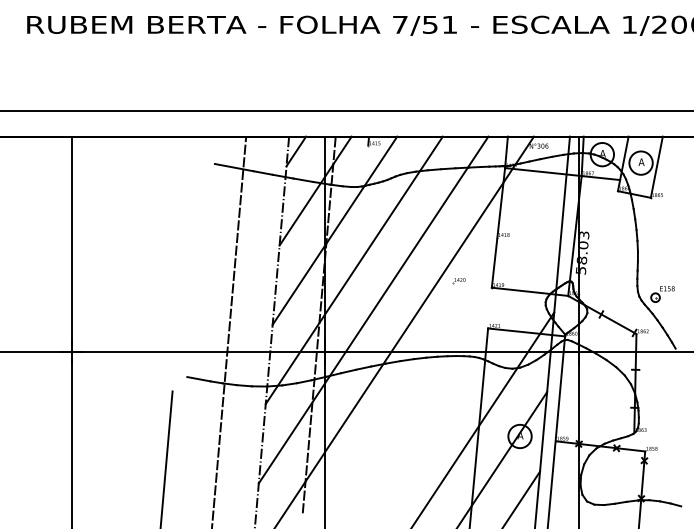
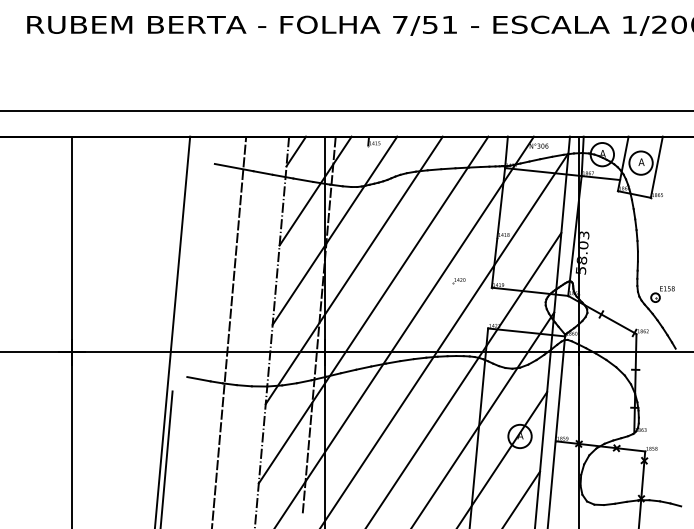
line at (172, 330): none -> present
line at (445, 339): none -> present
line at (464, 378): none -> present
